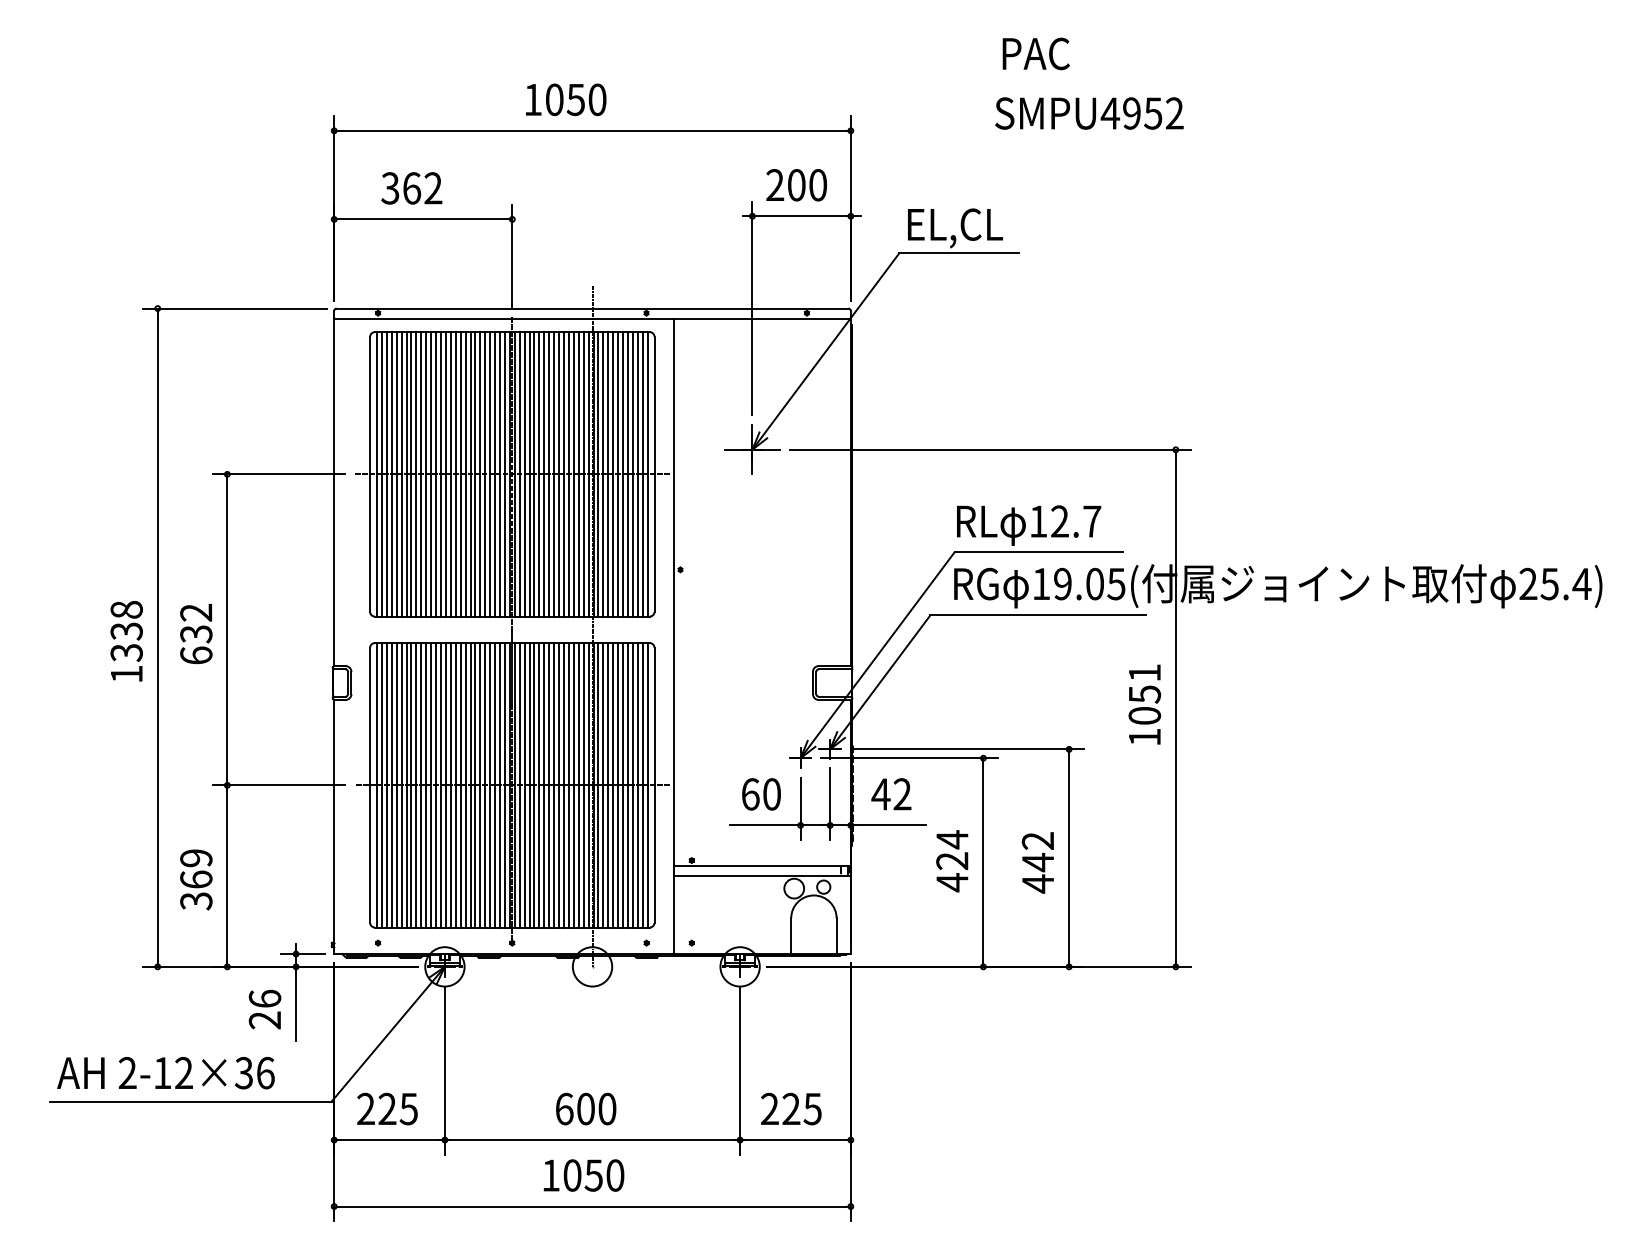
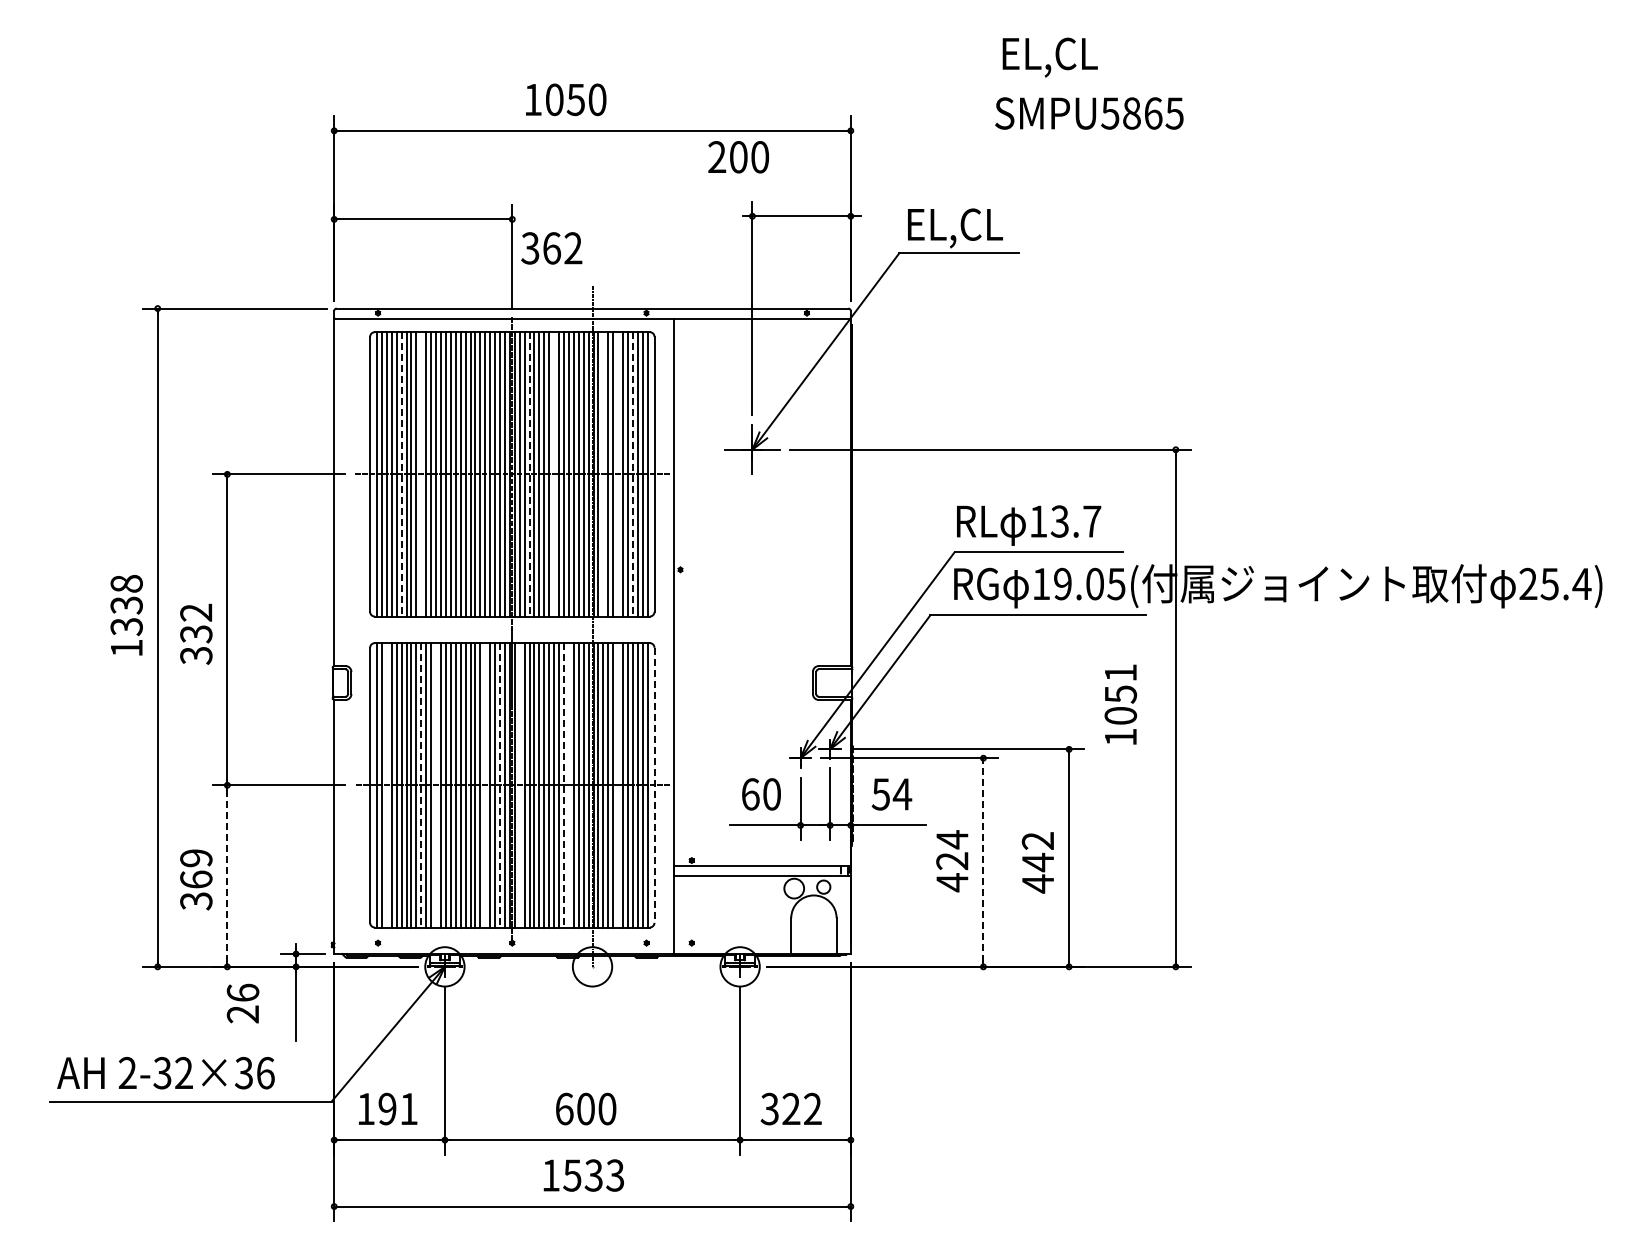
text at (1051, 57): PAC -> EL,CL
text at (1141, 113): SMPU4952 -> SMPU5865
text at (796, 185) position: (796, 185) -> (738, 157)
text at (411, 188) position: (411, 188) -> (551, 248)
line at (401, 474): solid -> dashed
line at (421, 474): present -> none
line at (529, 474): solid -> dashed
line at (554, 474): present -> none
line at (603, 474): present -> none
line at (618, 474): present -> none
line at (632, 474): solid -> dashed
text at (1059, 521): 12.7 -> 13.7
text at (126, 641) position: (126, 641) -> (126, 615)
text at (196, 655): 632 -> 332
text at (1144, 704) position: (1144, 704) -> (1120, 704)
line at (386, 785): present -> none
line at (421, 785): solid -> dashed
line at (436, 785): present -> none
line at (485, 785): present -> none
line at (500, 785): solid -> dashed
line at (519, 785): present -> none
line at (563, 785): solid -> dashed
line at (568, 785): present -> none
line at (618, 785): present -> none
line at (654, 785): solid -> dashed
text at (891, 794): 42 -> 54
line at (983, 862): solid -> dashed
line at (227, 876): solid -> dashed
text at (264, 1009) position: (264, 1009) -> (242, 1003)
text at (162, 1073): 2-12×36 -> 2-32×36
text at (387, 1108): 225 -> 191
text at (790, 1108): 225 -> 322
text at (593, 1175): 1050 -> 1533
